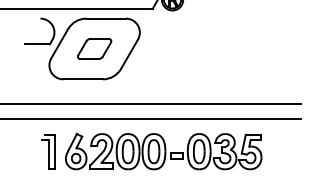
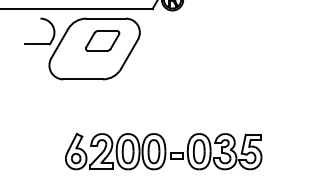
part at (94, 48) position: (94, 48) -> (102, 40)
line at (151, 103): present -> none
line at (151, 119): present -> none
part at (48, 151): present -> none
